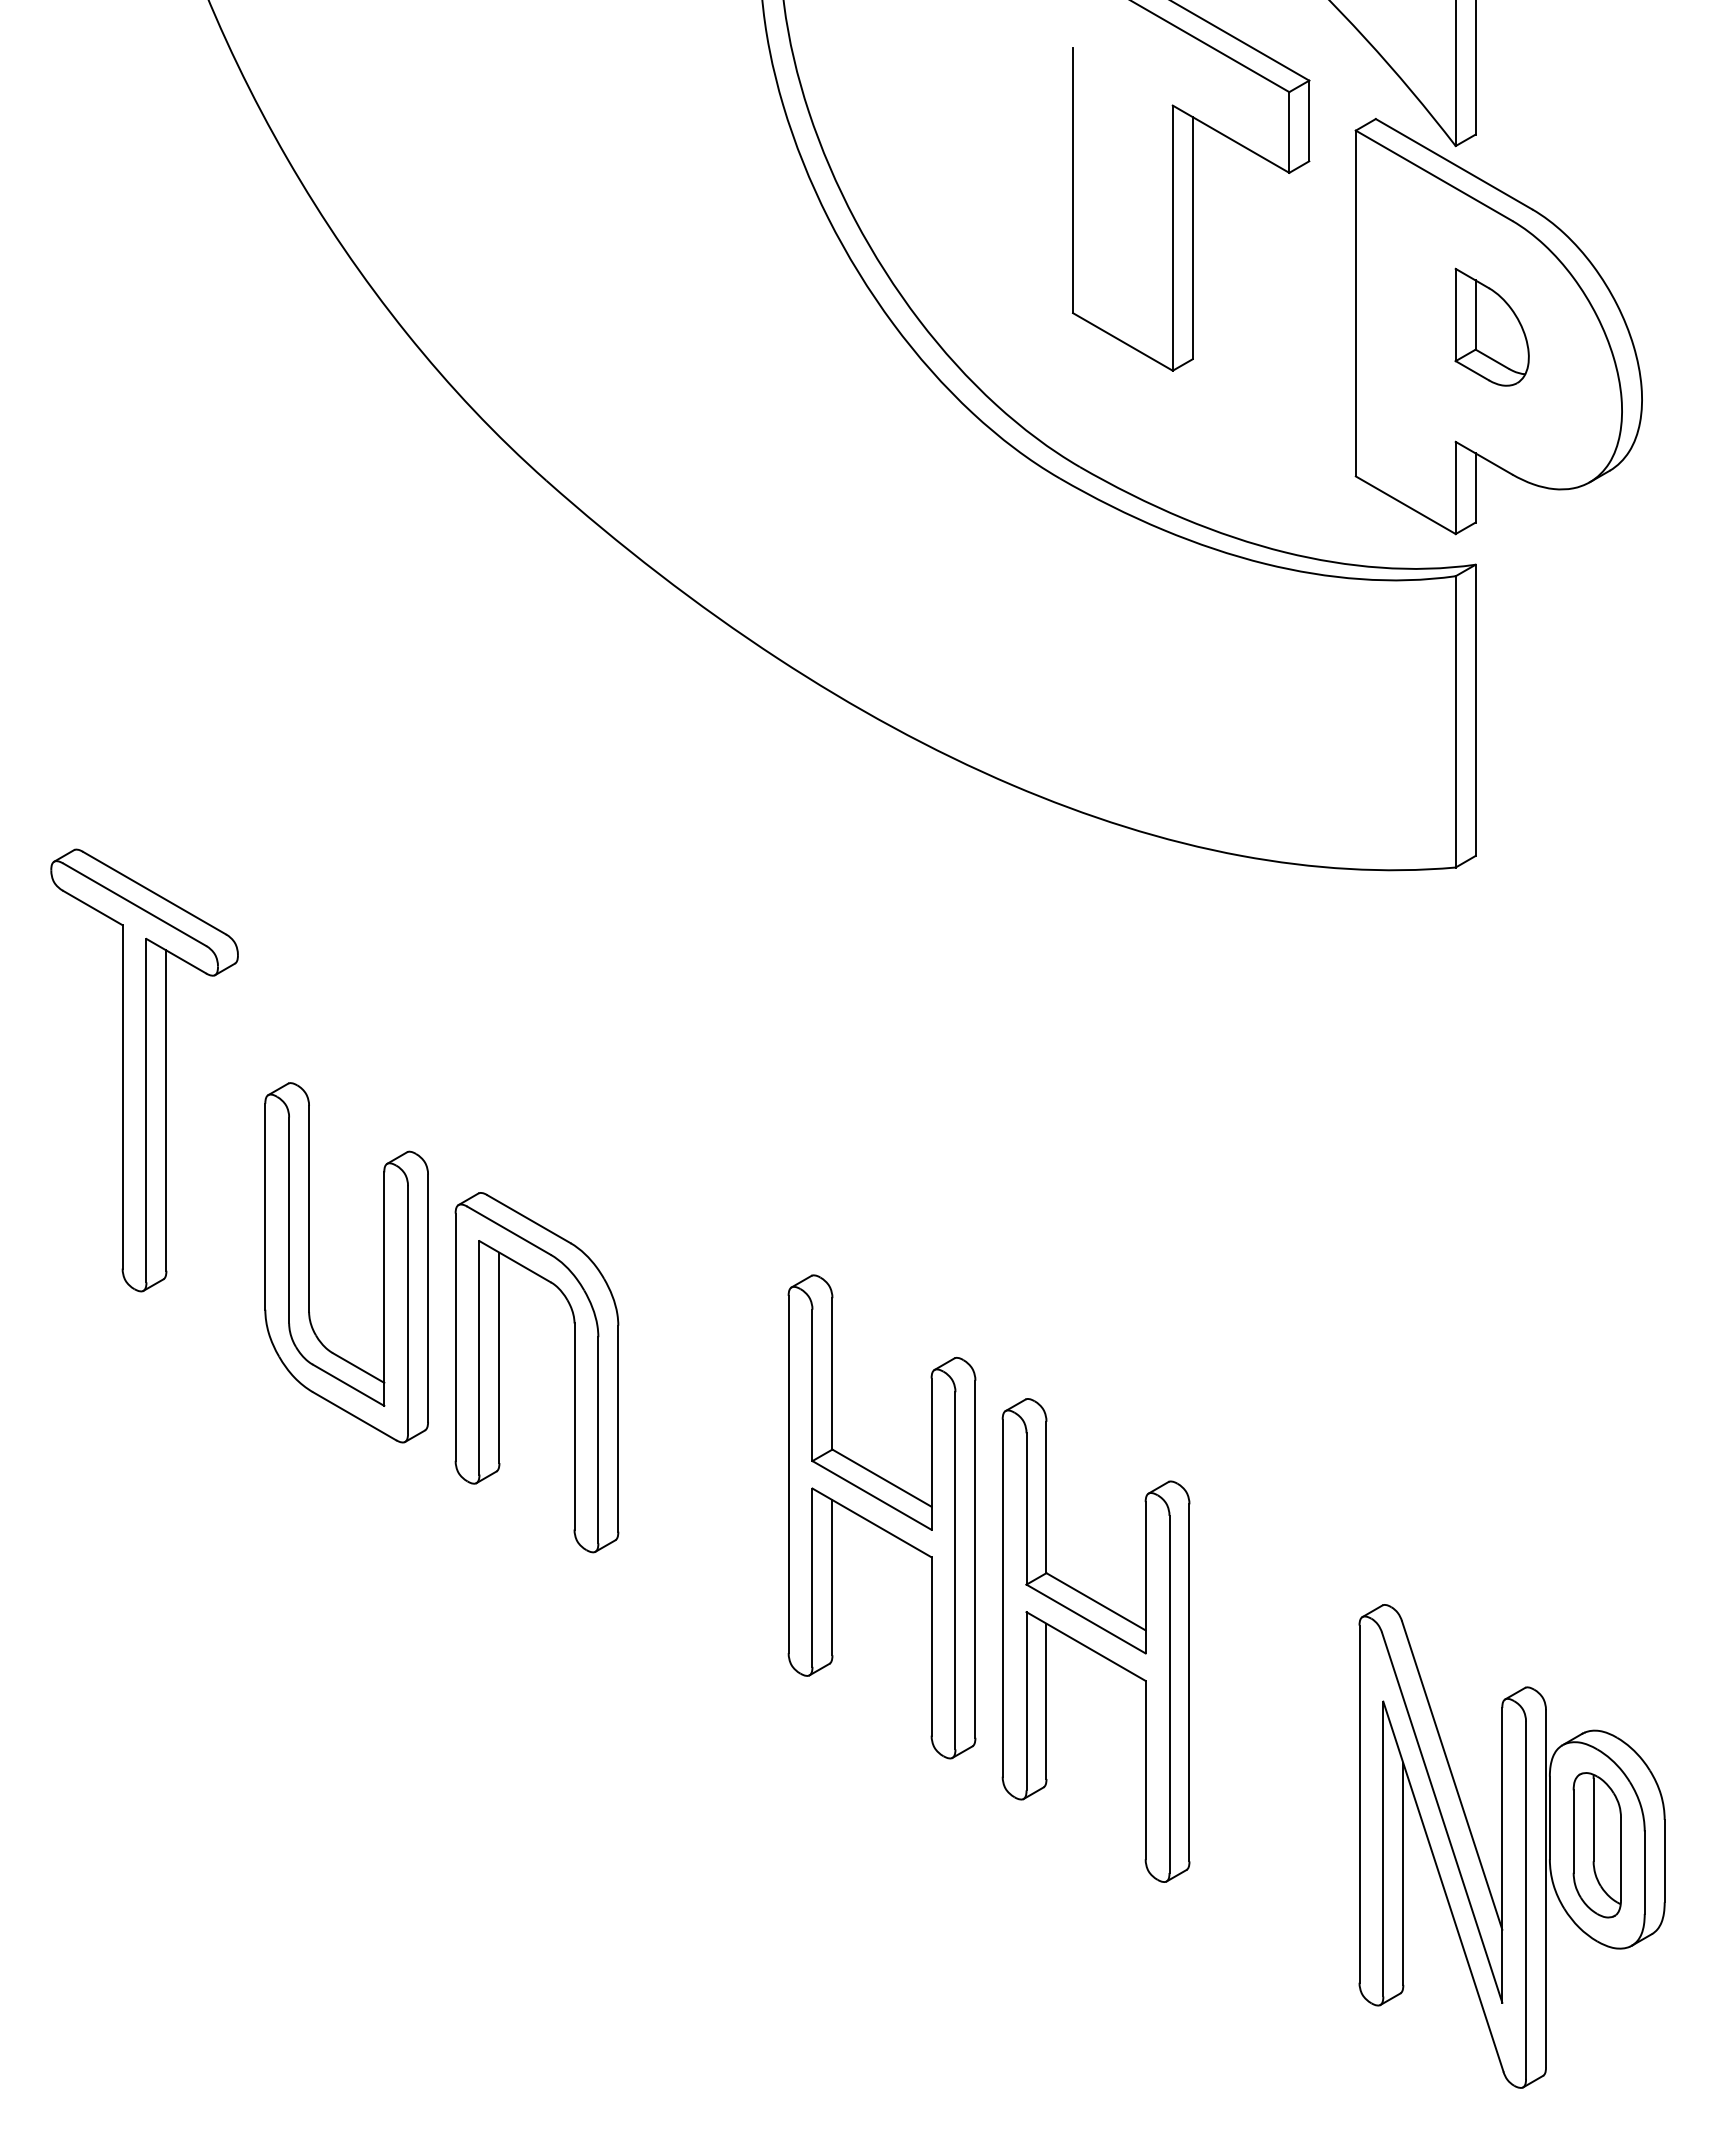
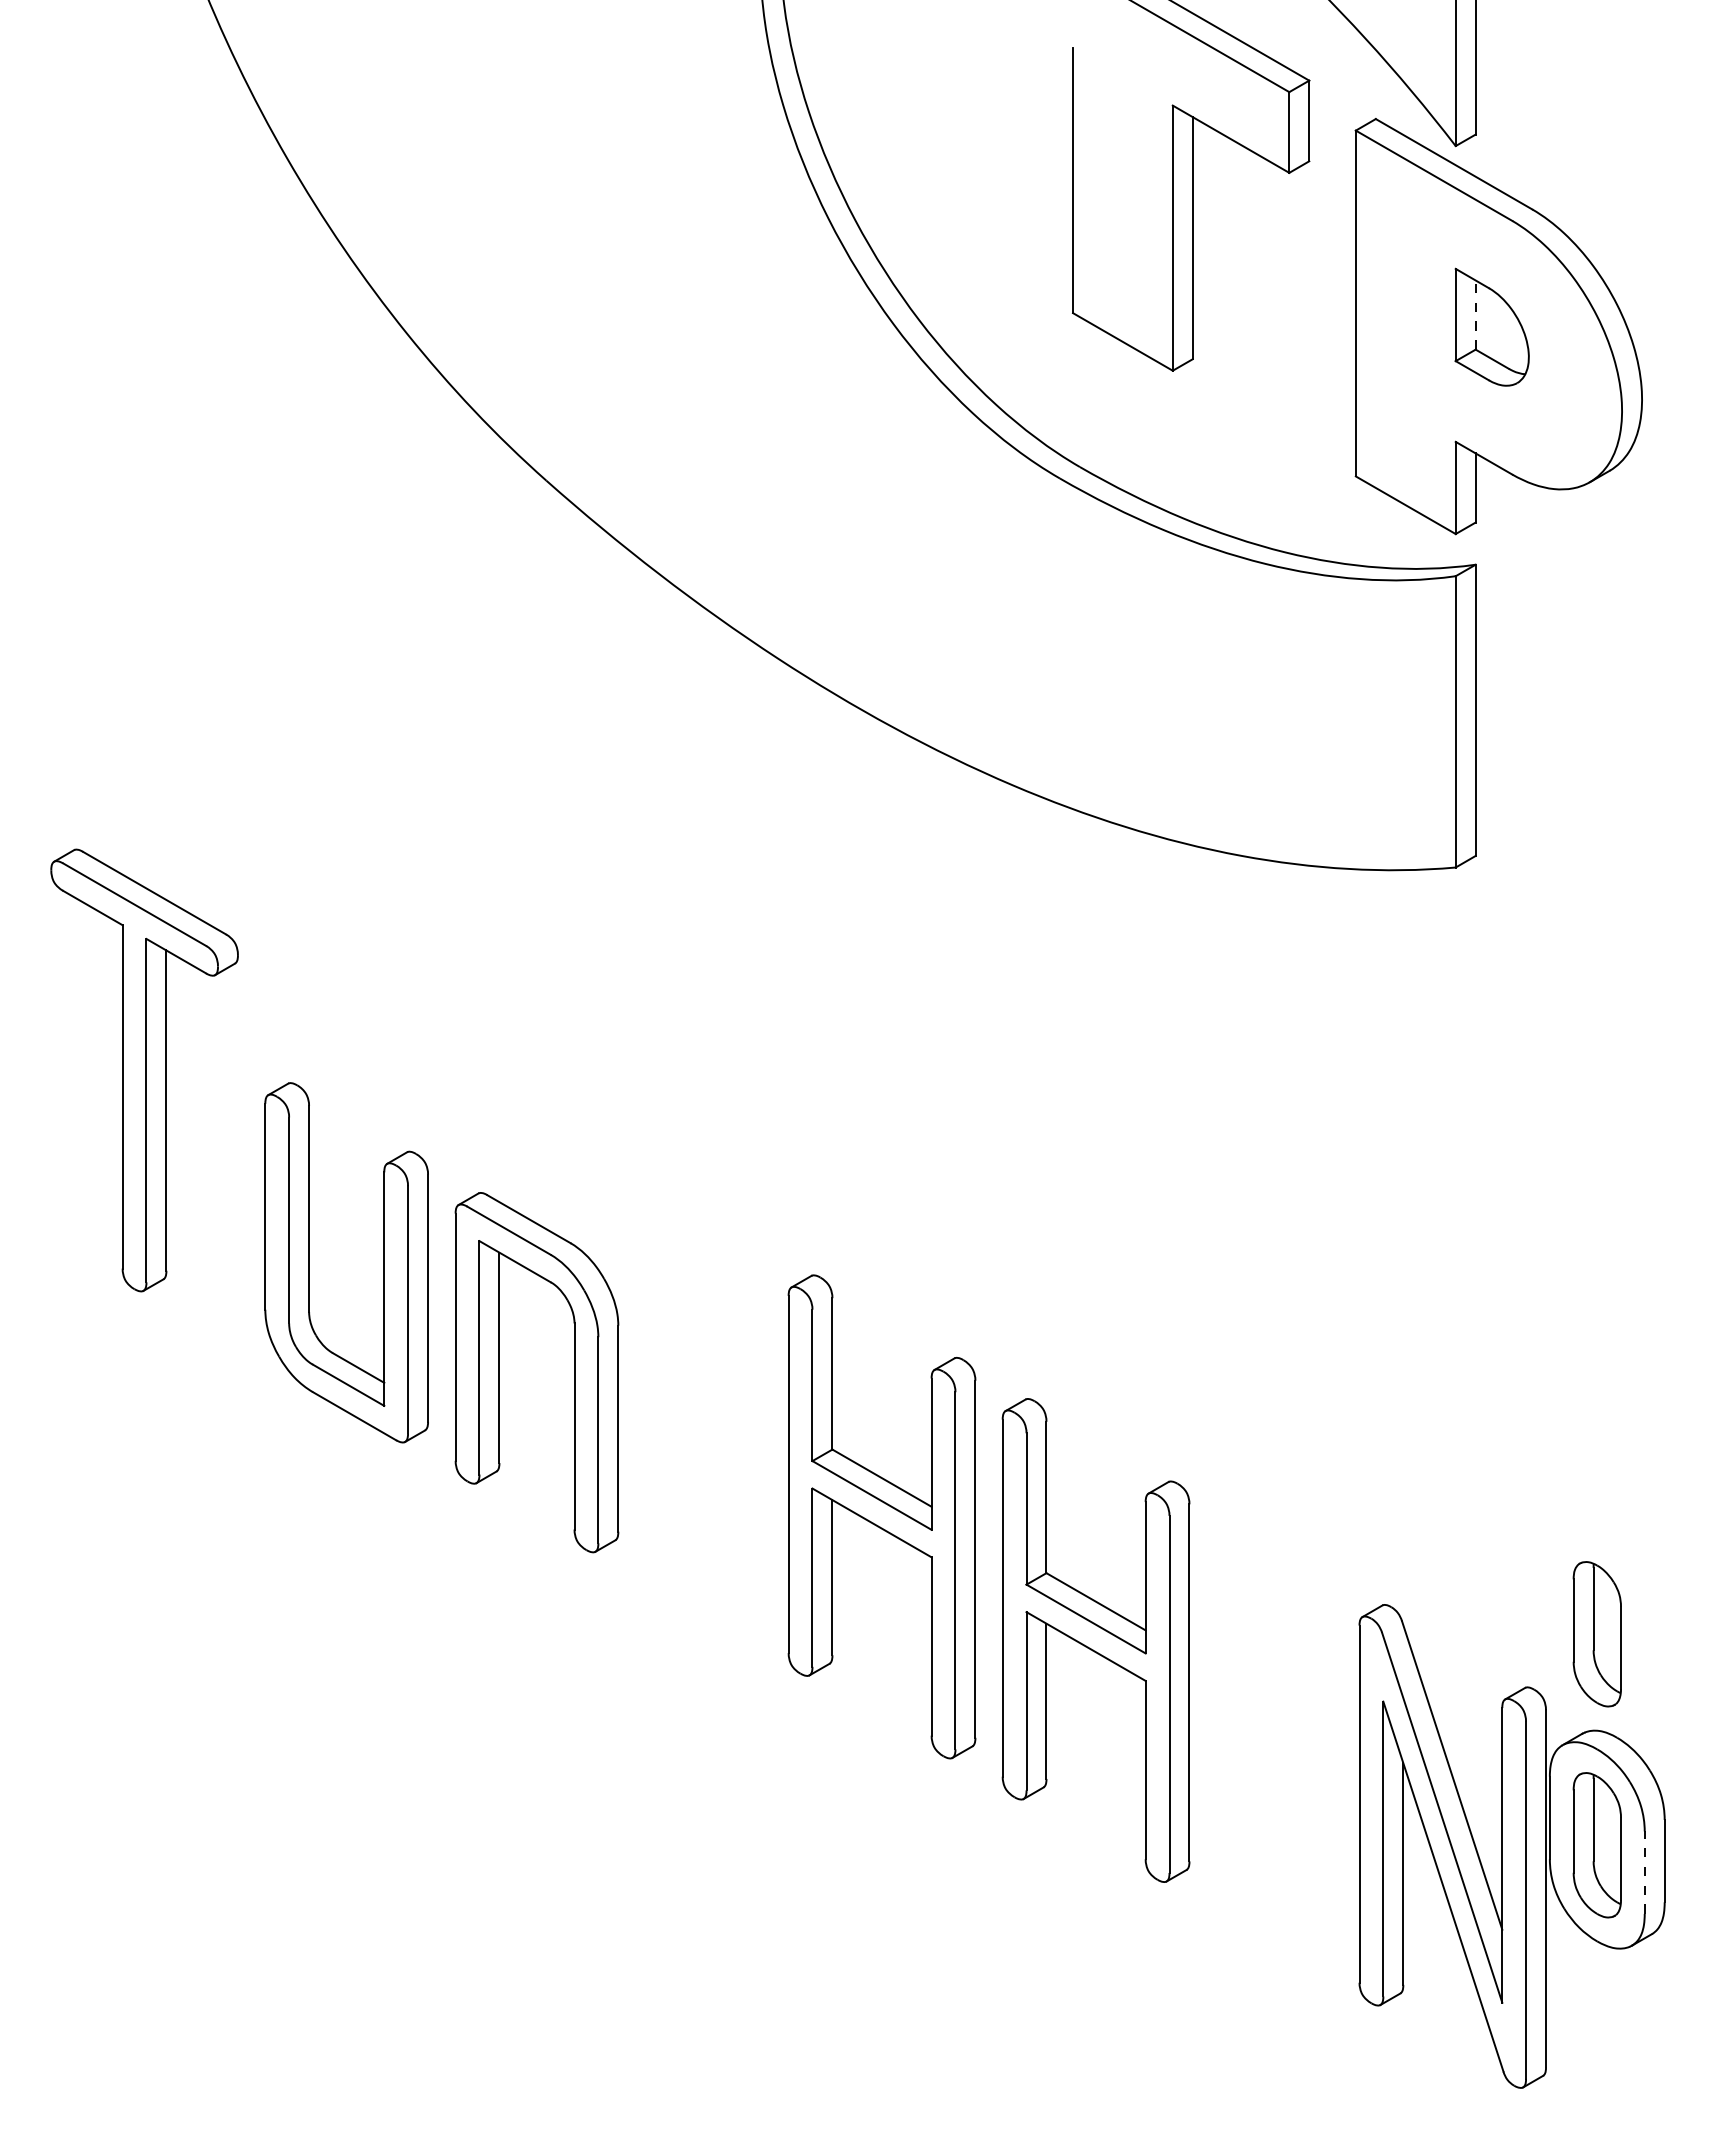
line at (1475, 315): solid -> dashed
part at (1596, 1634): none -> present
line at (1644, 1872): solid -> dashed
